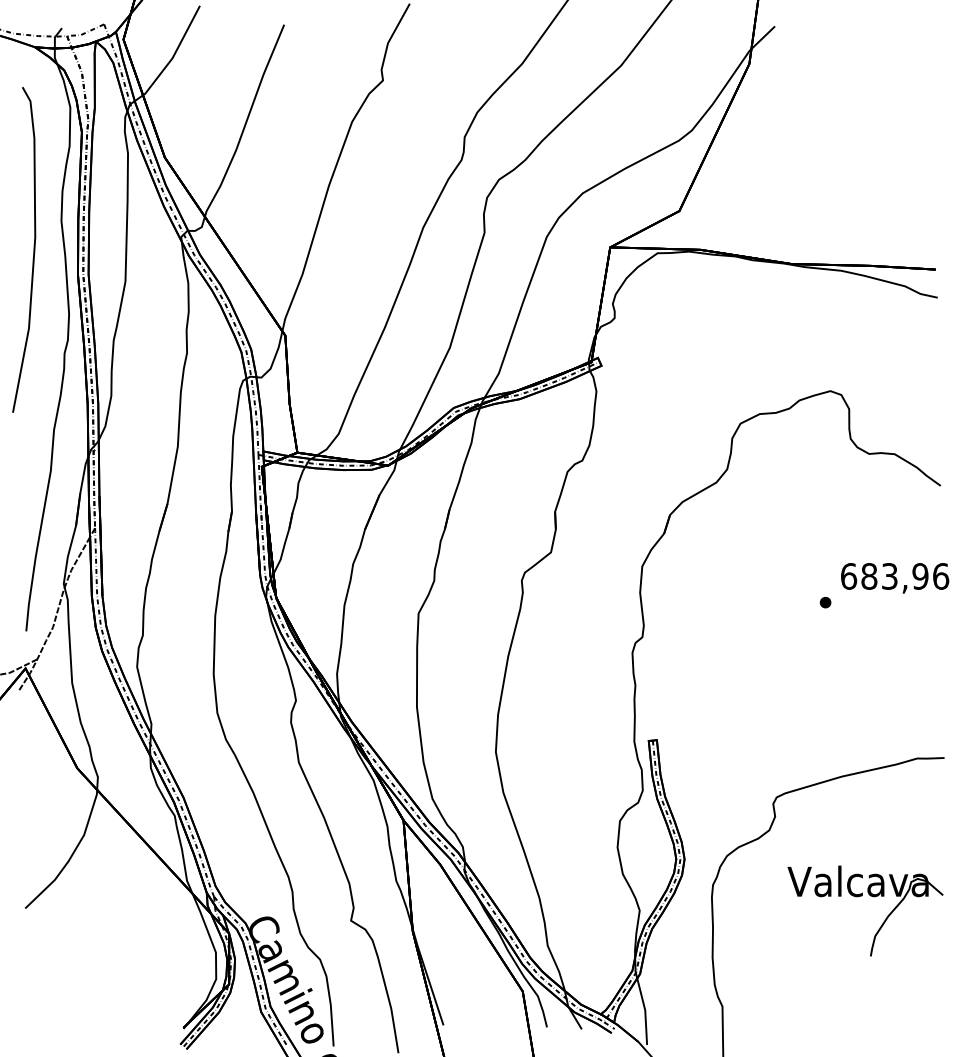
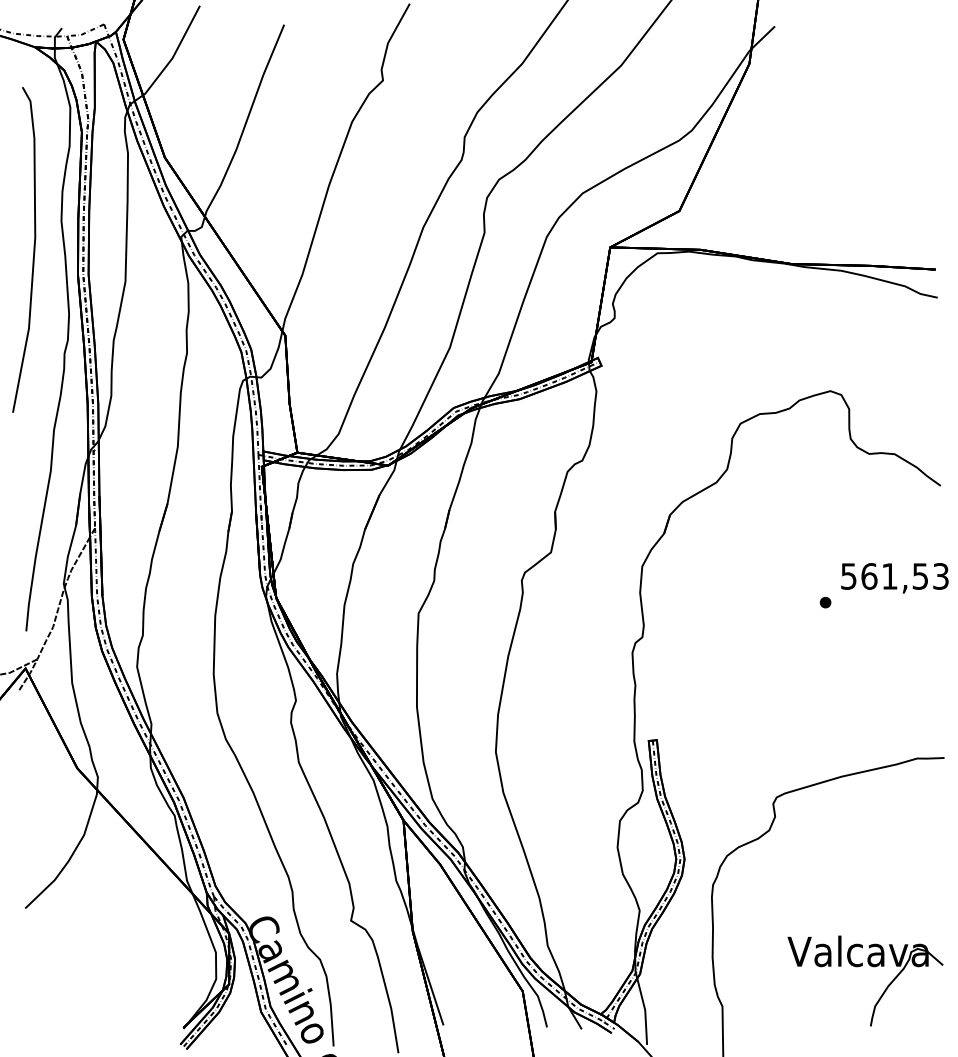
text at (895, 576): 683,96 -> 561,53
part at (861, 896) position: (861, 896) -> (861, 966)
